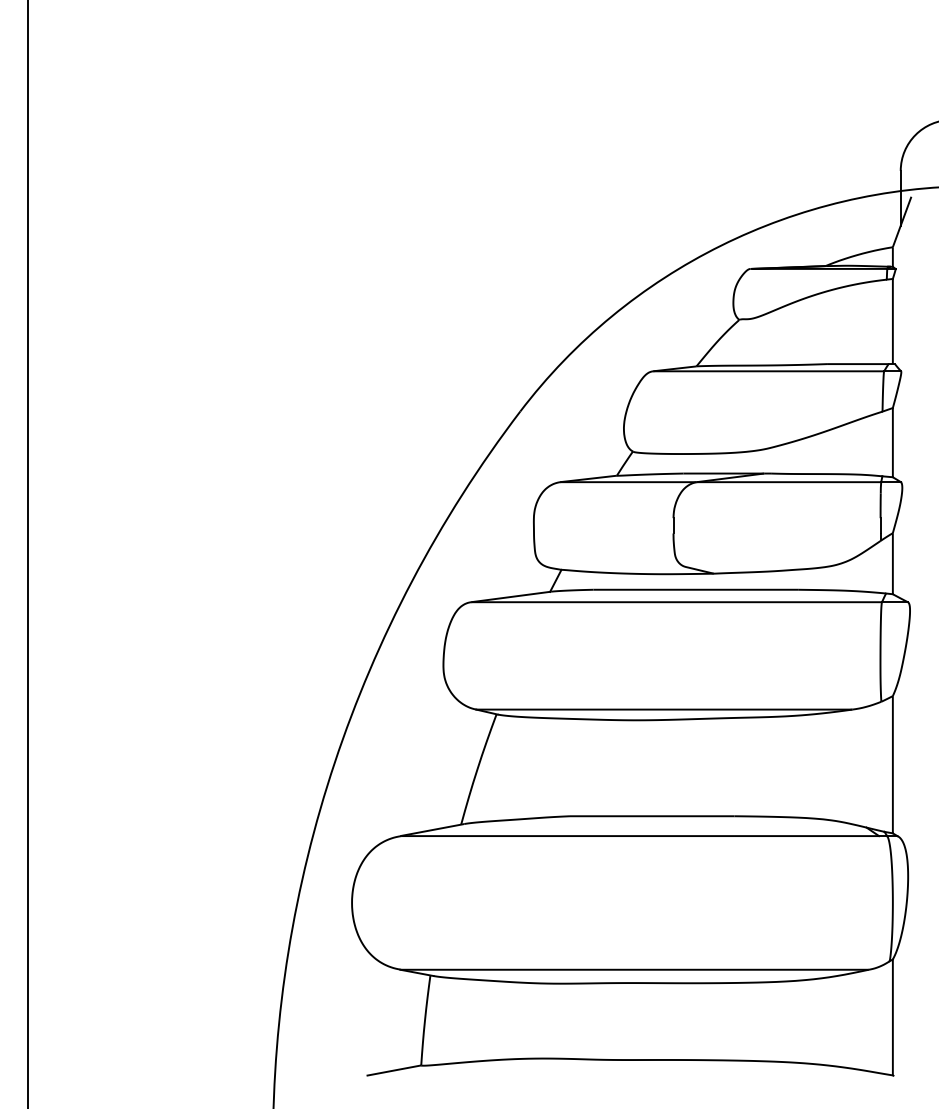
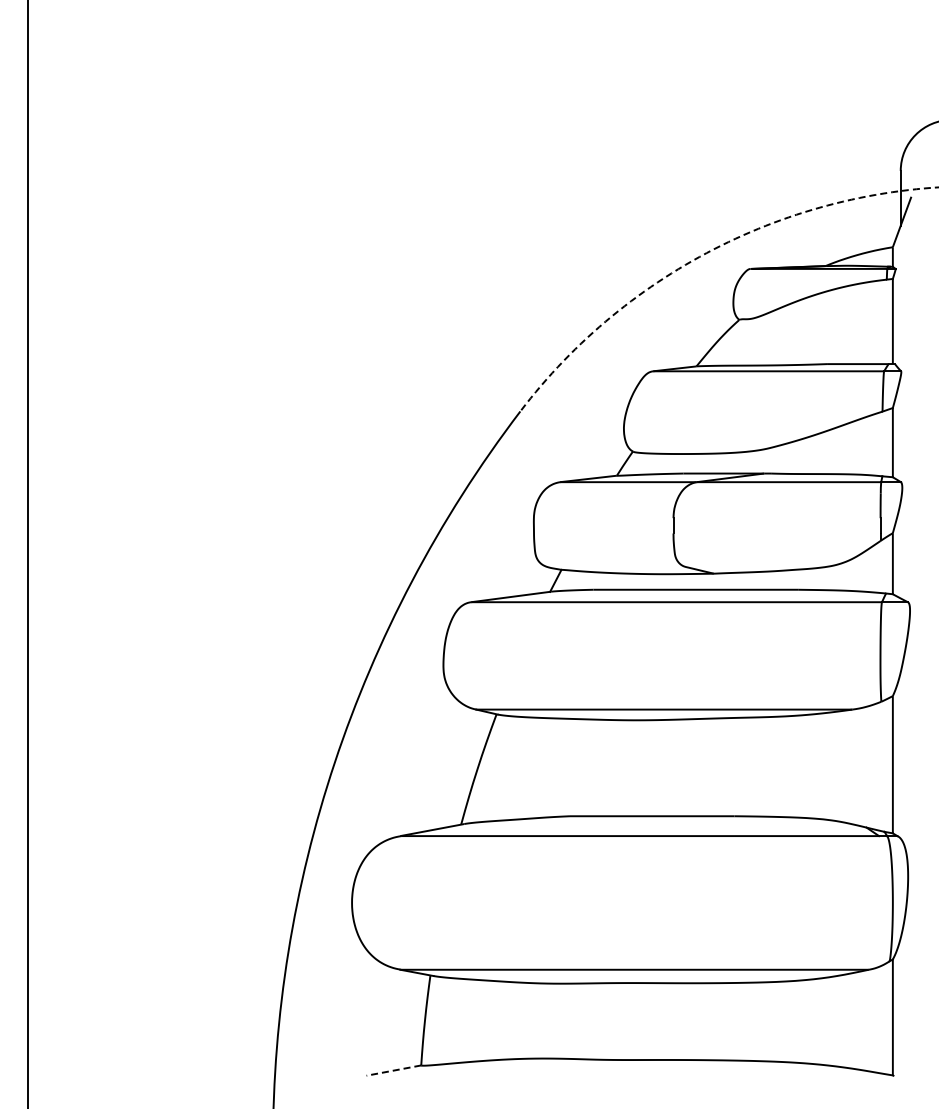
arc at (705, 253): solid -> dashed
line at (394, 1070): solid -> dashed
